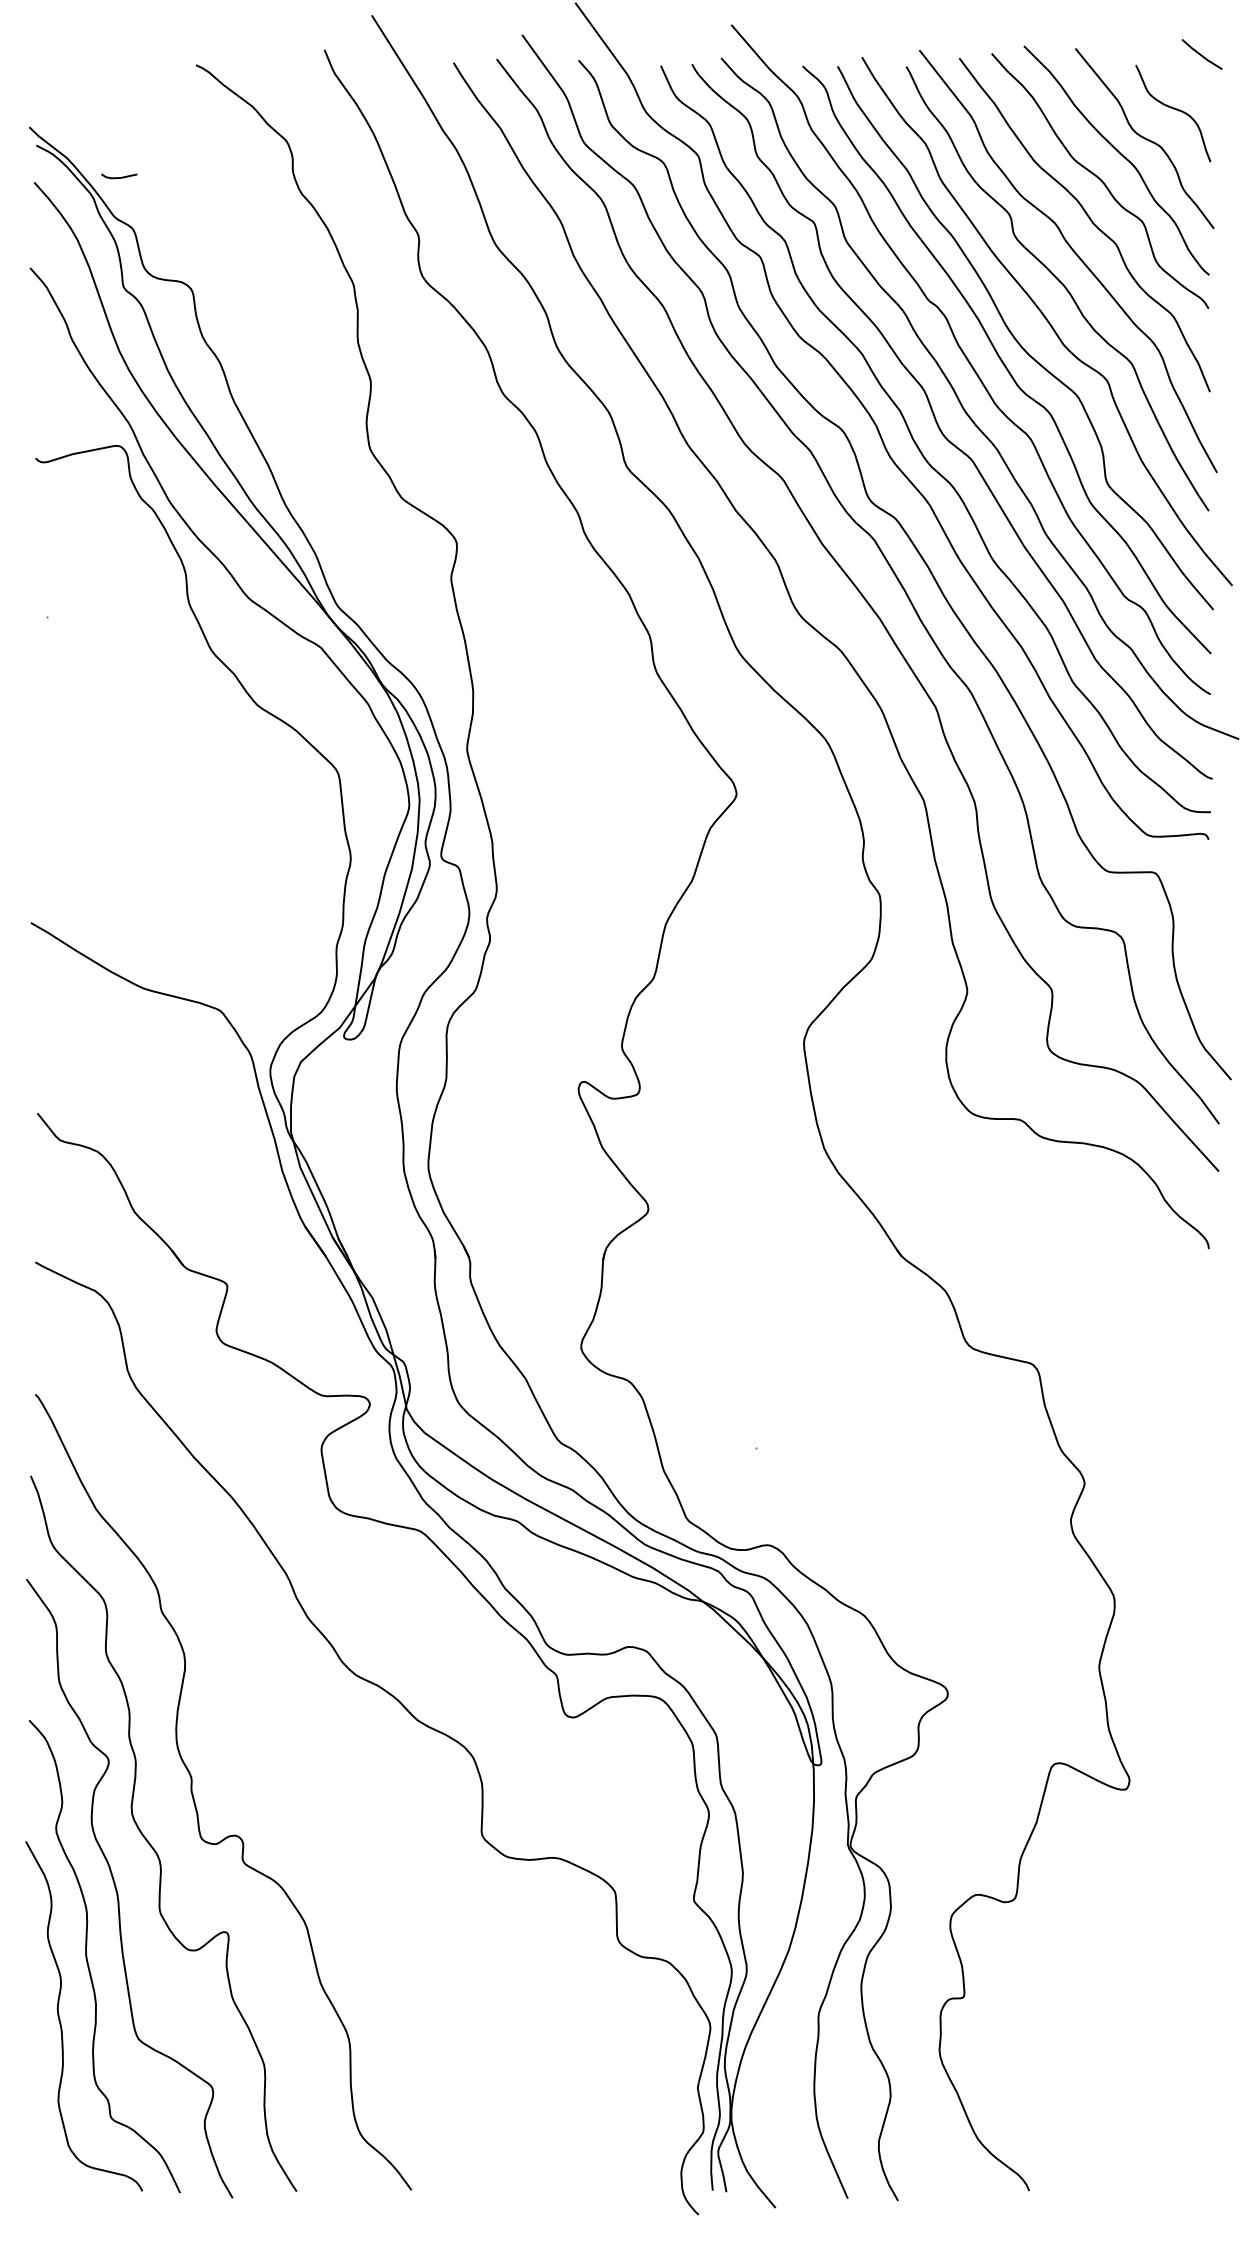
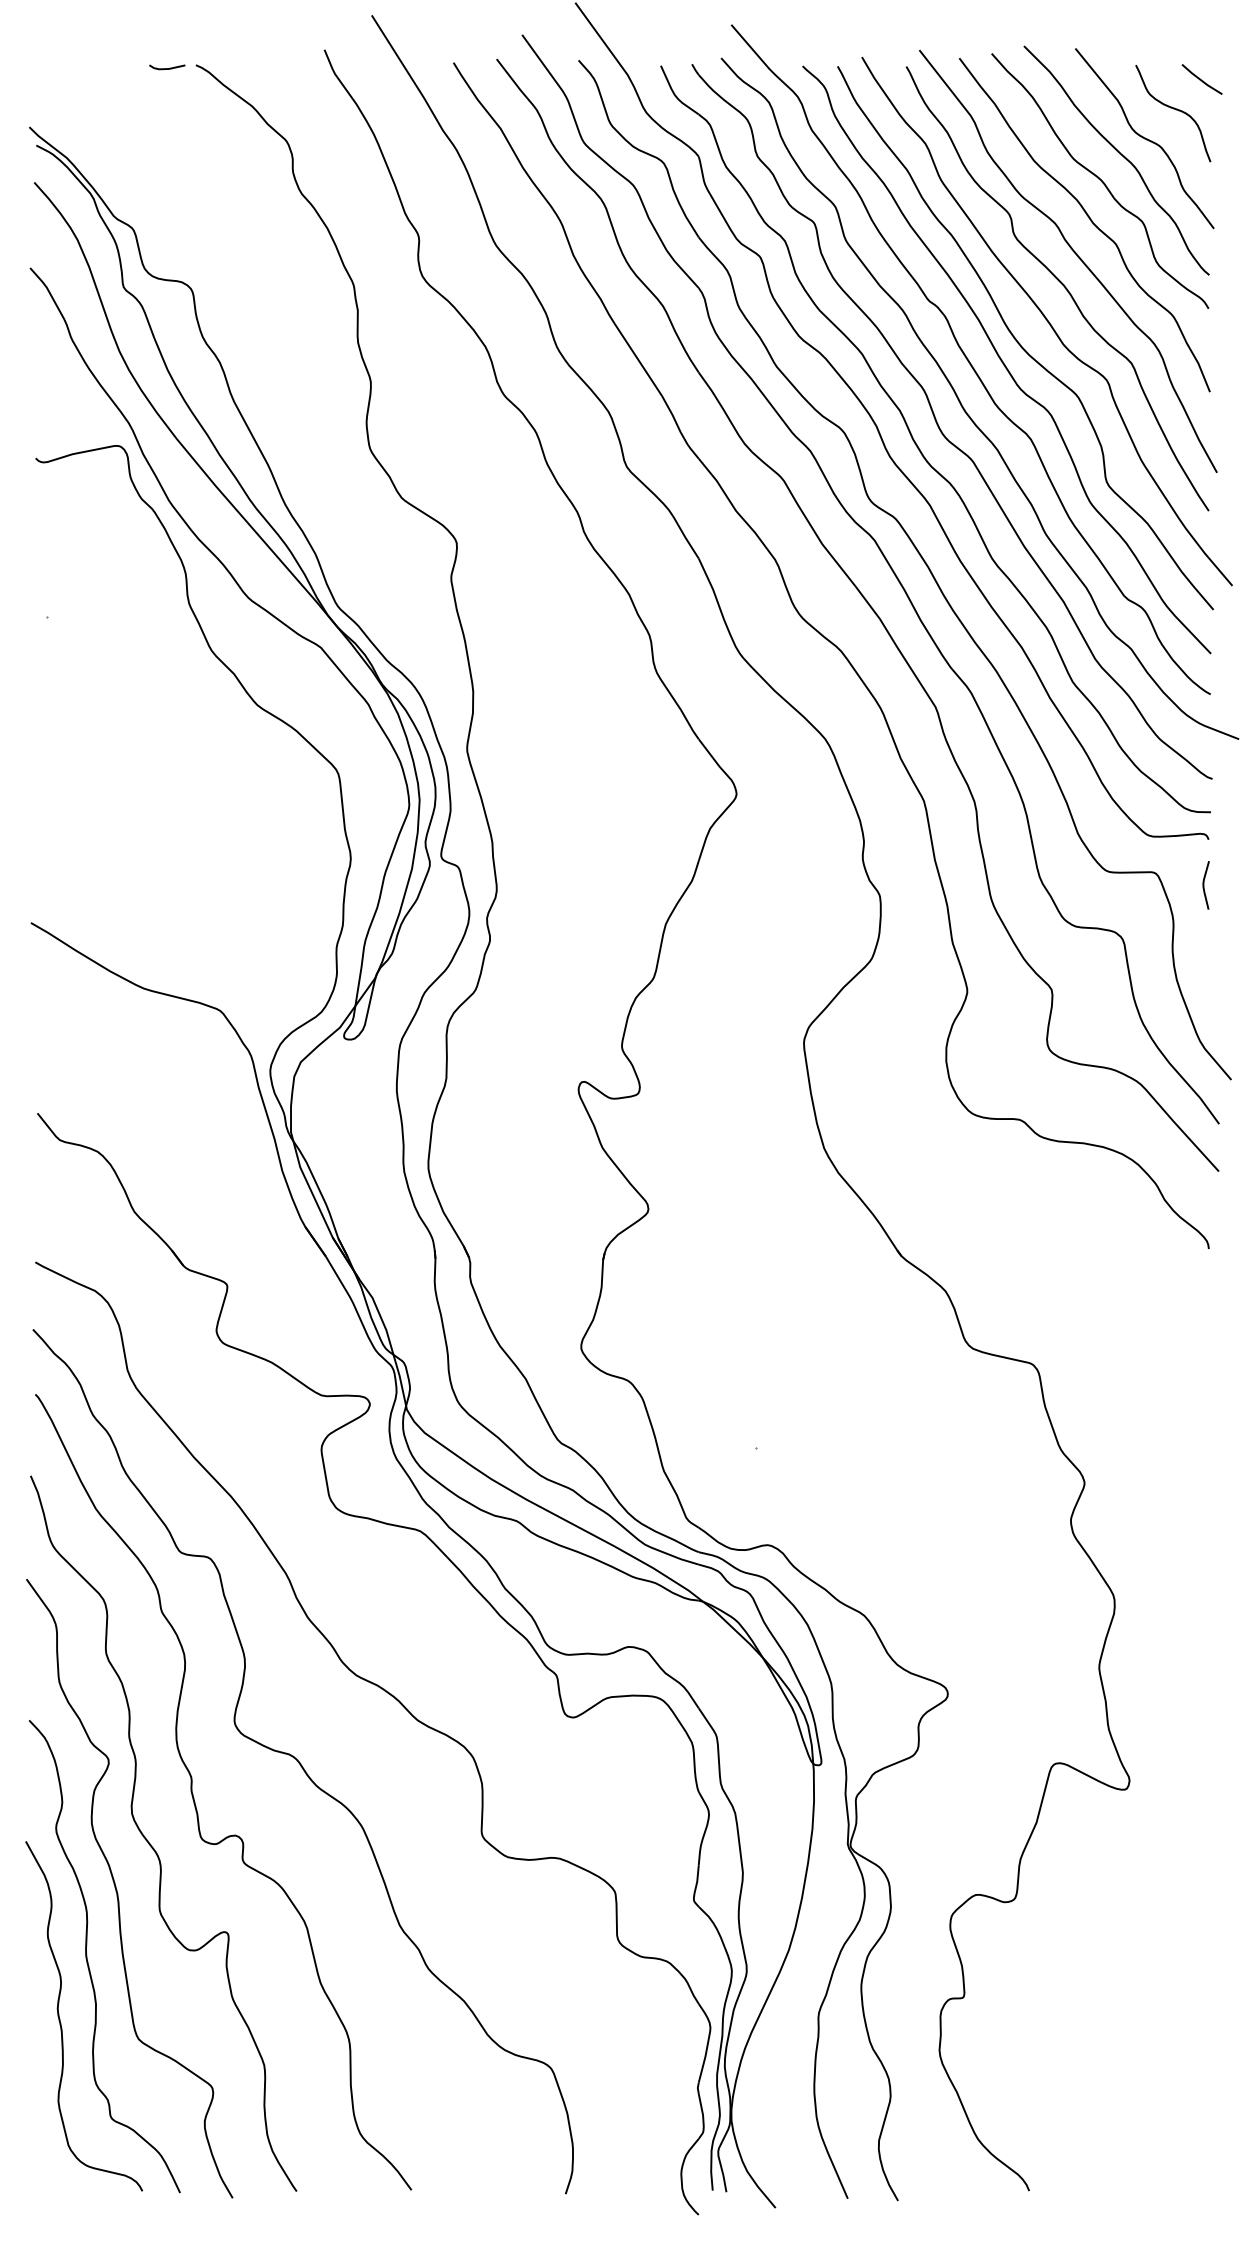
line at (1201, 54) position: (1201, 54) -> (1201, 79)
line at (119, 177) position: (119, 177) -> (167, 68)
curve at (1204, 885): none -> present
curve at (300, 1762): none -> present
